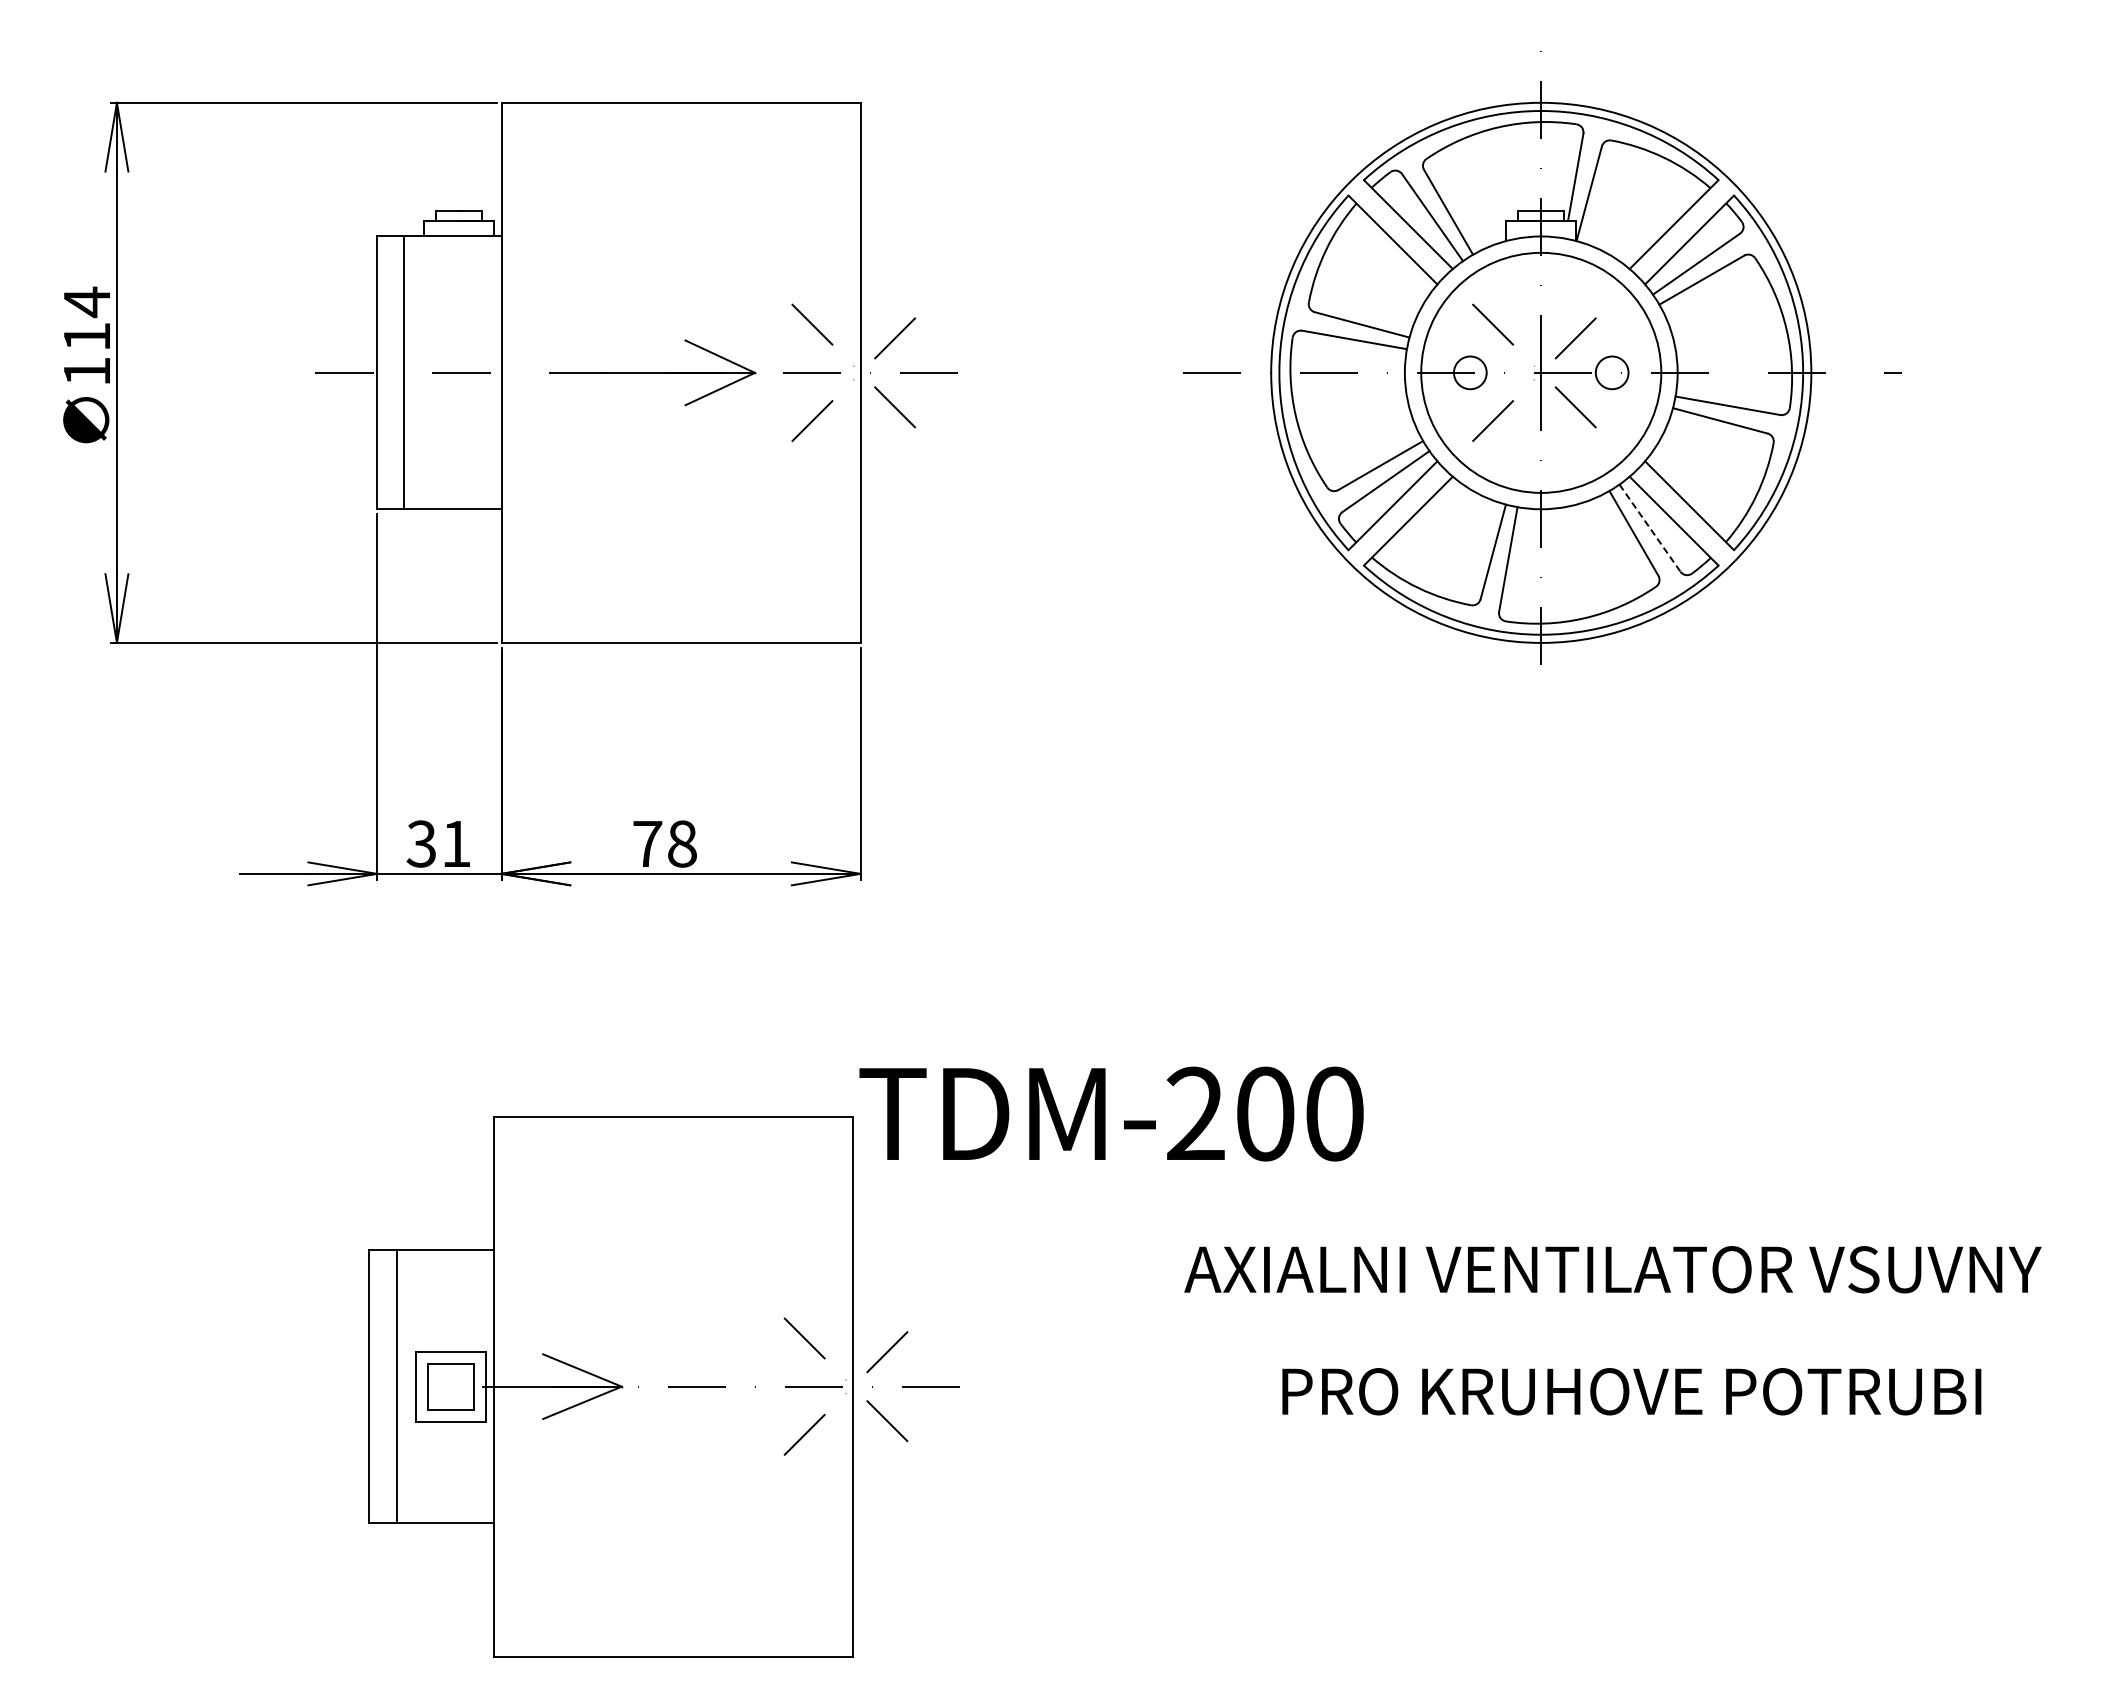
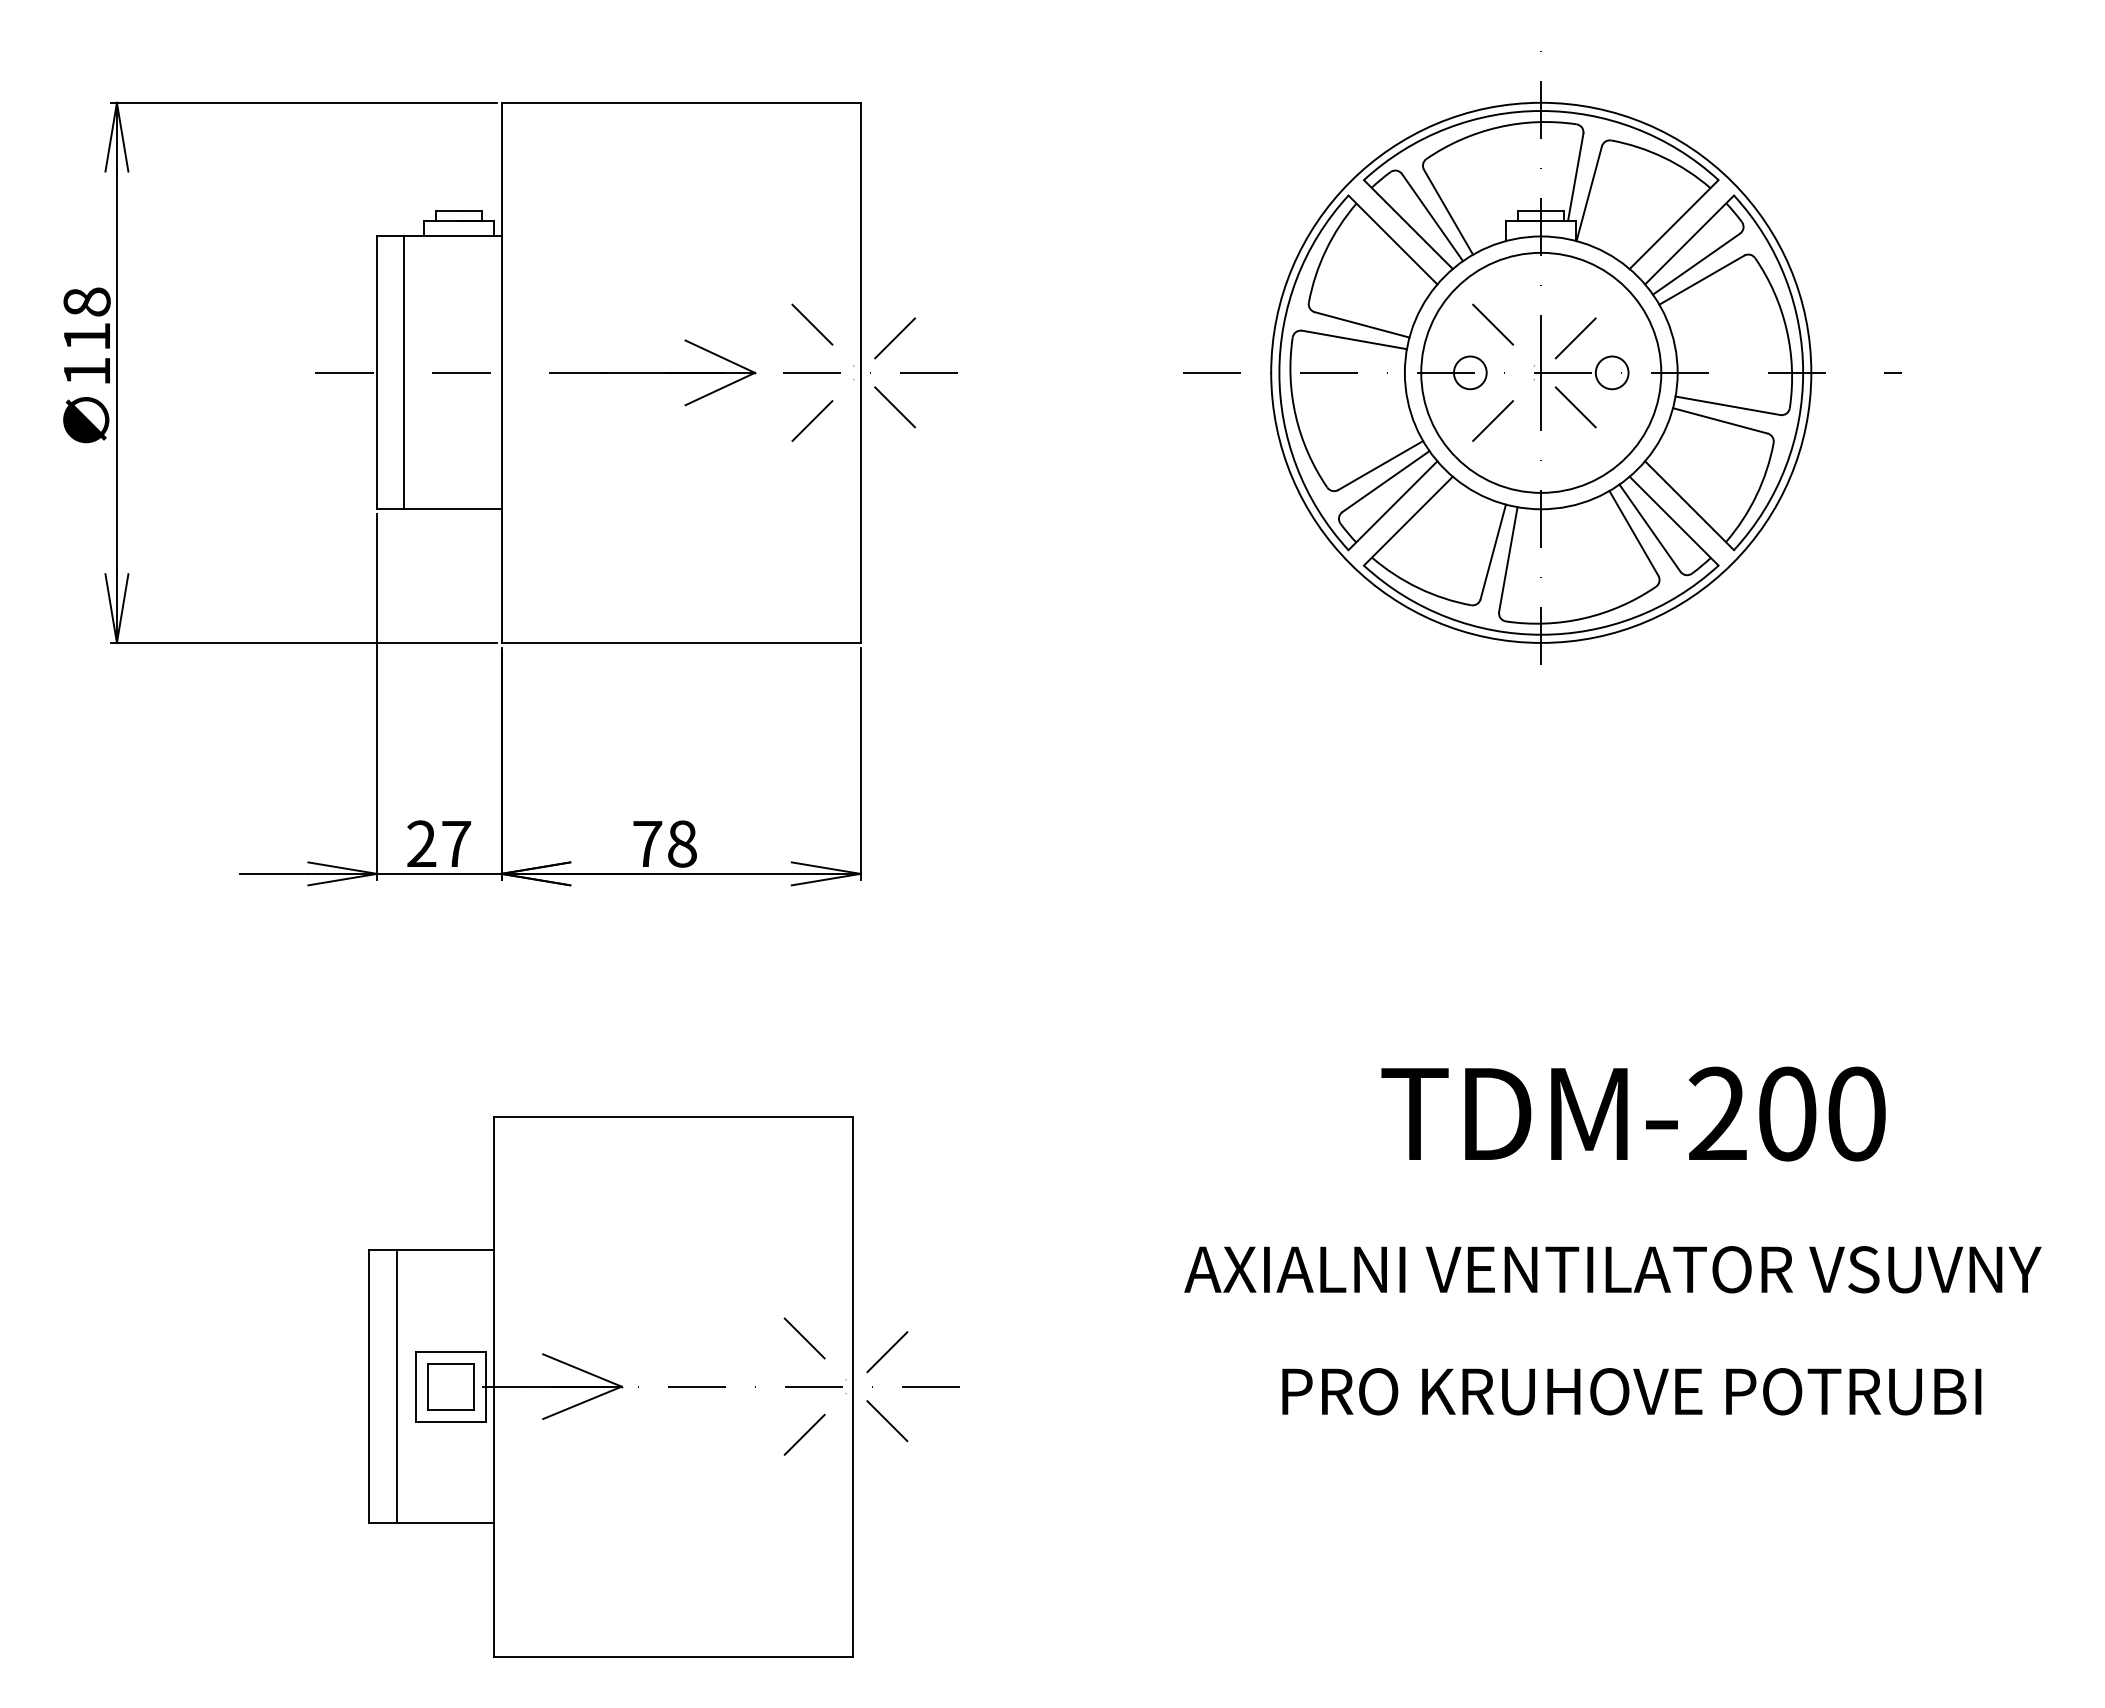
text at (86, 302): 114 -> 118
line at (1650, 528): dashed -> solid
text at (438, 843): 31 -> 27
text at (1111, 1113) position: (1111, 1113) -> (1633, 1113)
